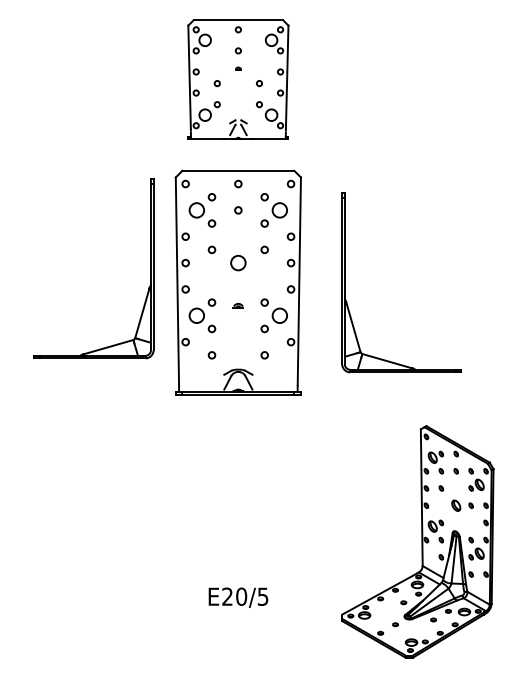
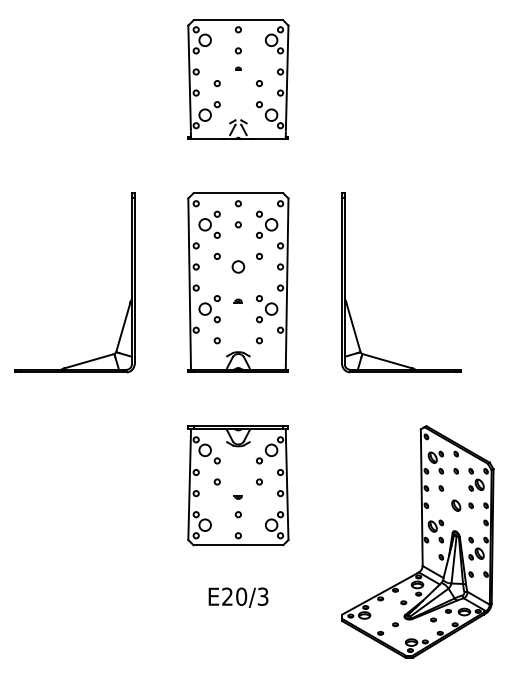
part at (150, 268) position: (150, 268) -> (131, 282)
part at (237, 282) size: 128x227 px -> 103x181 px
part at (238, 485): none -> present
text at (263, 596): E20/5 -> E20/3
